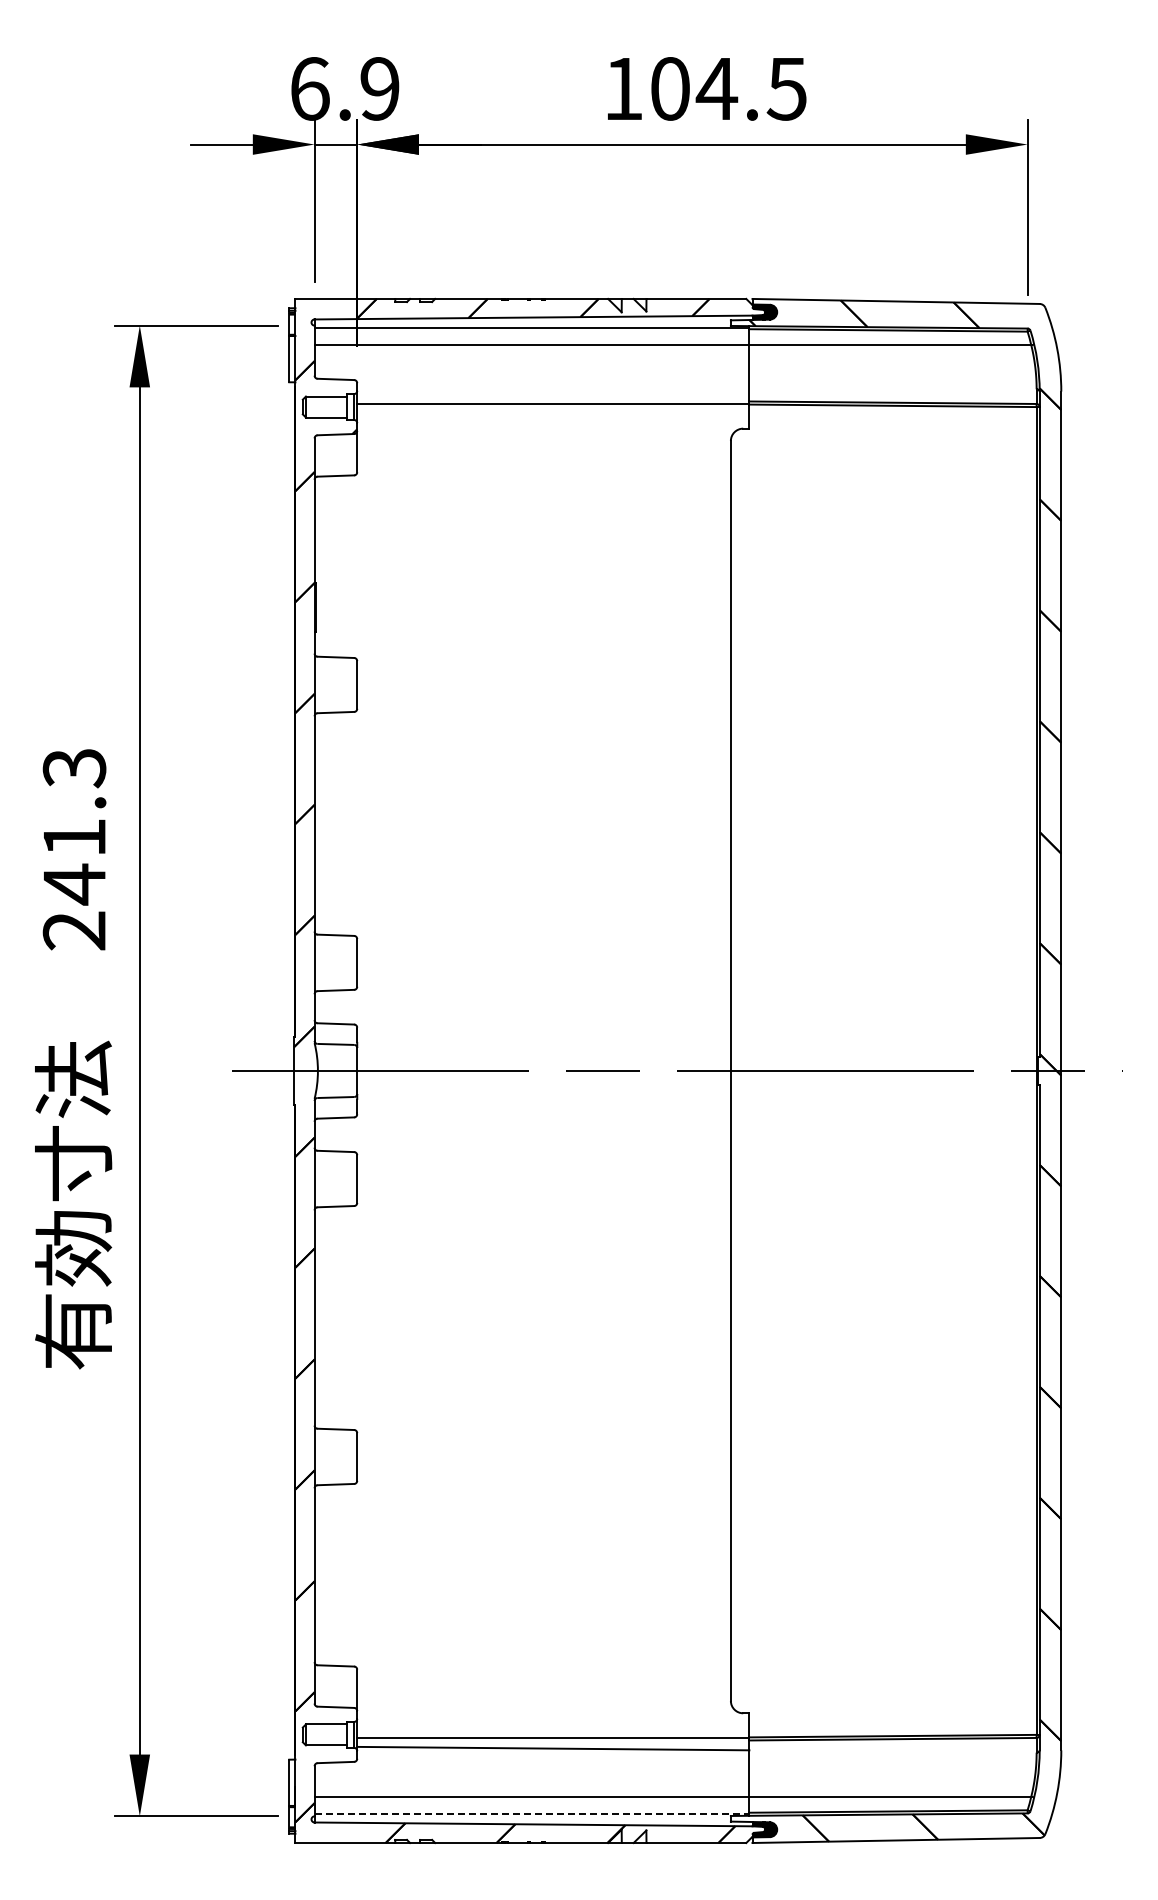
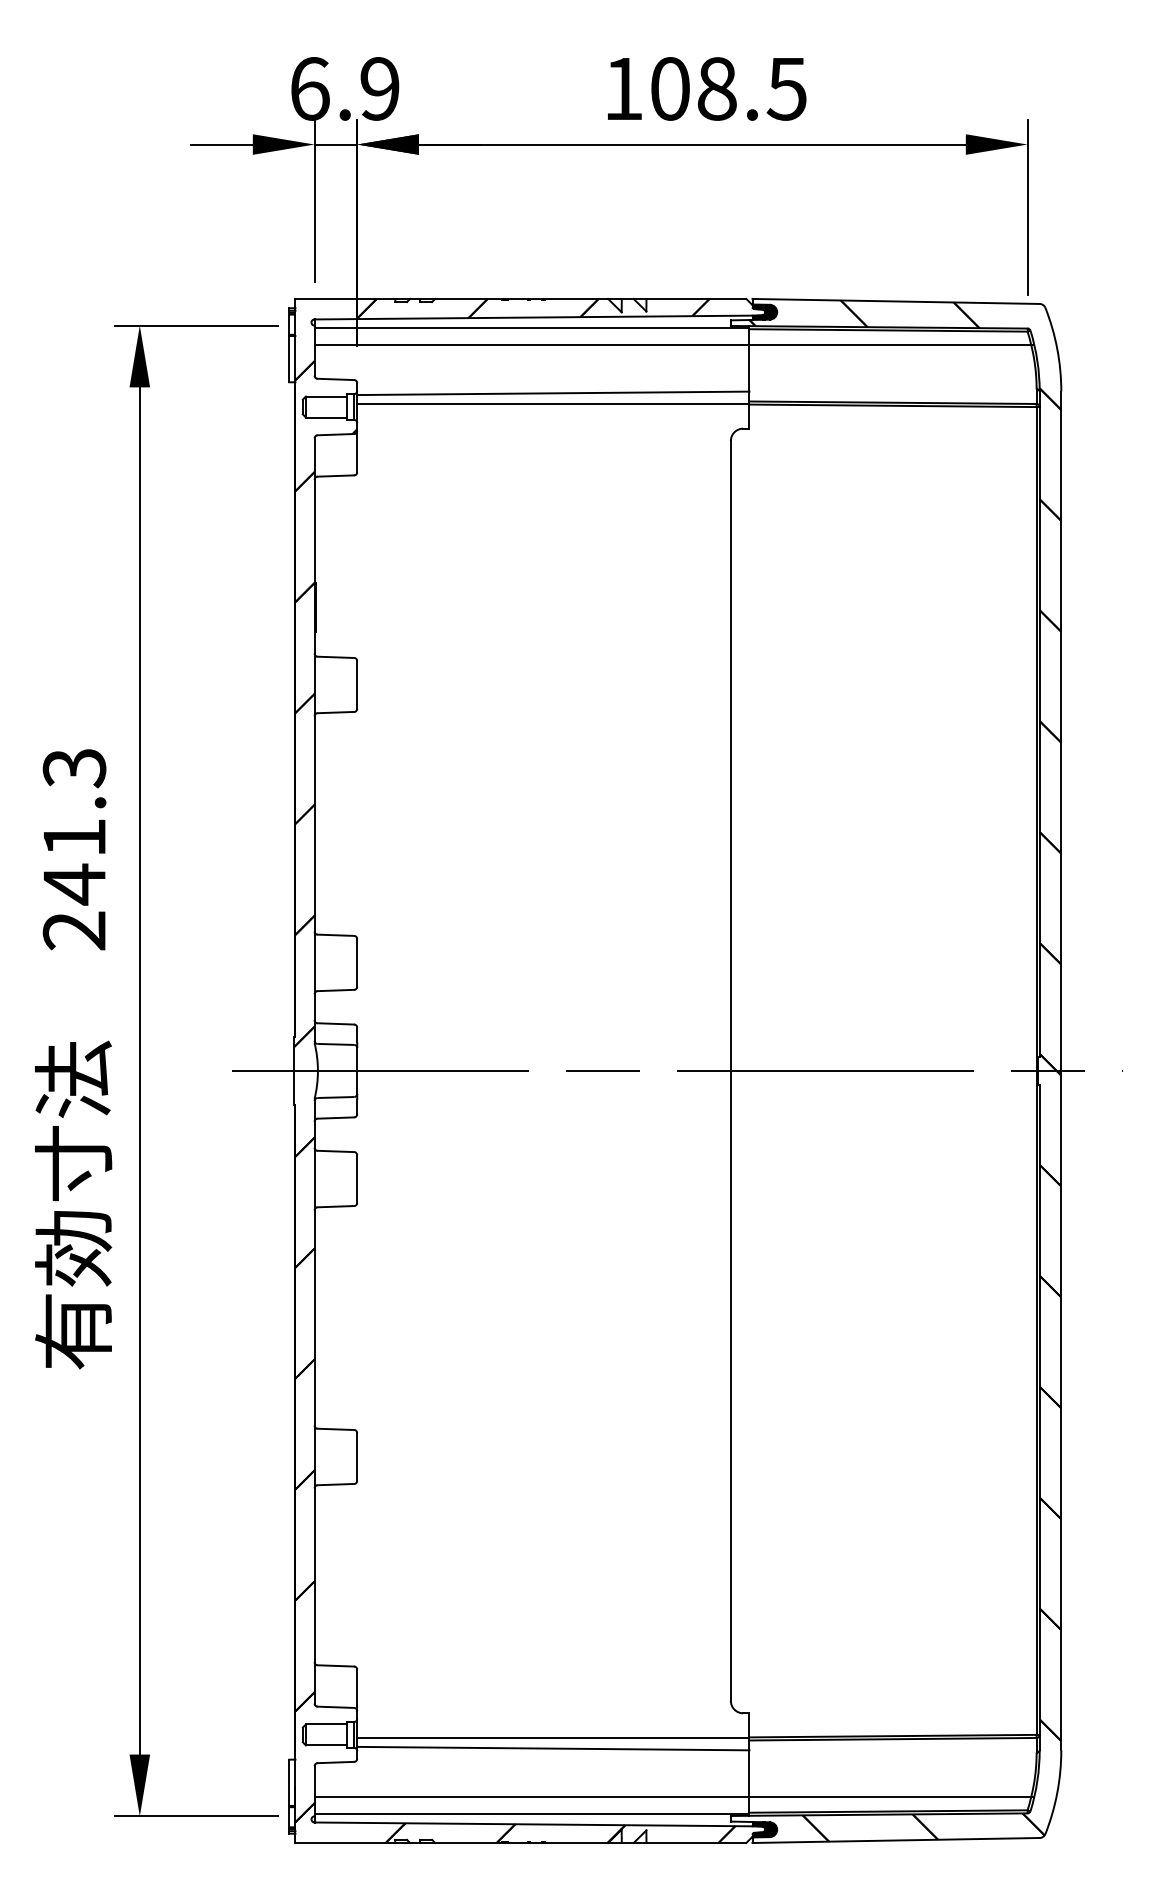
text at (716, 88): 104.5 -> 108.5
line at (553, 393): none -> present
line at (532, 1813): dashed -> solid
